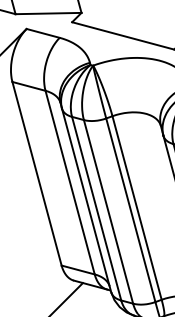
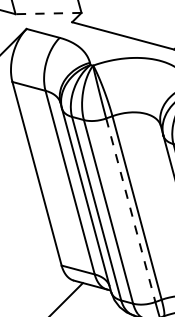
line at (48, 13): solid -> dashed
line at (130, 210): solid -> dashed
